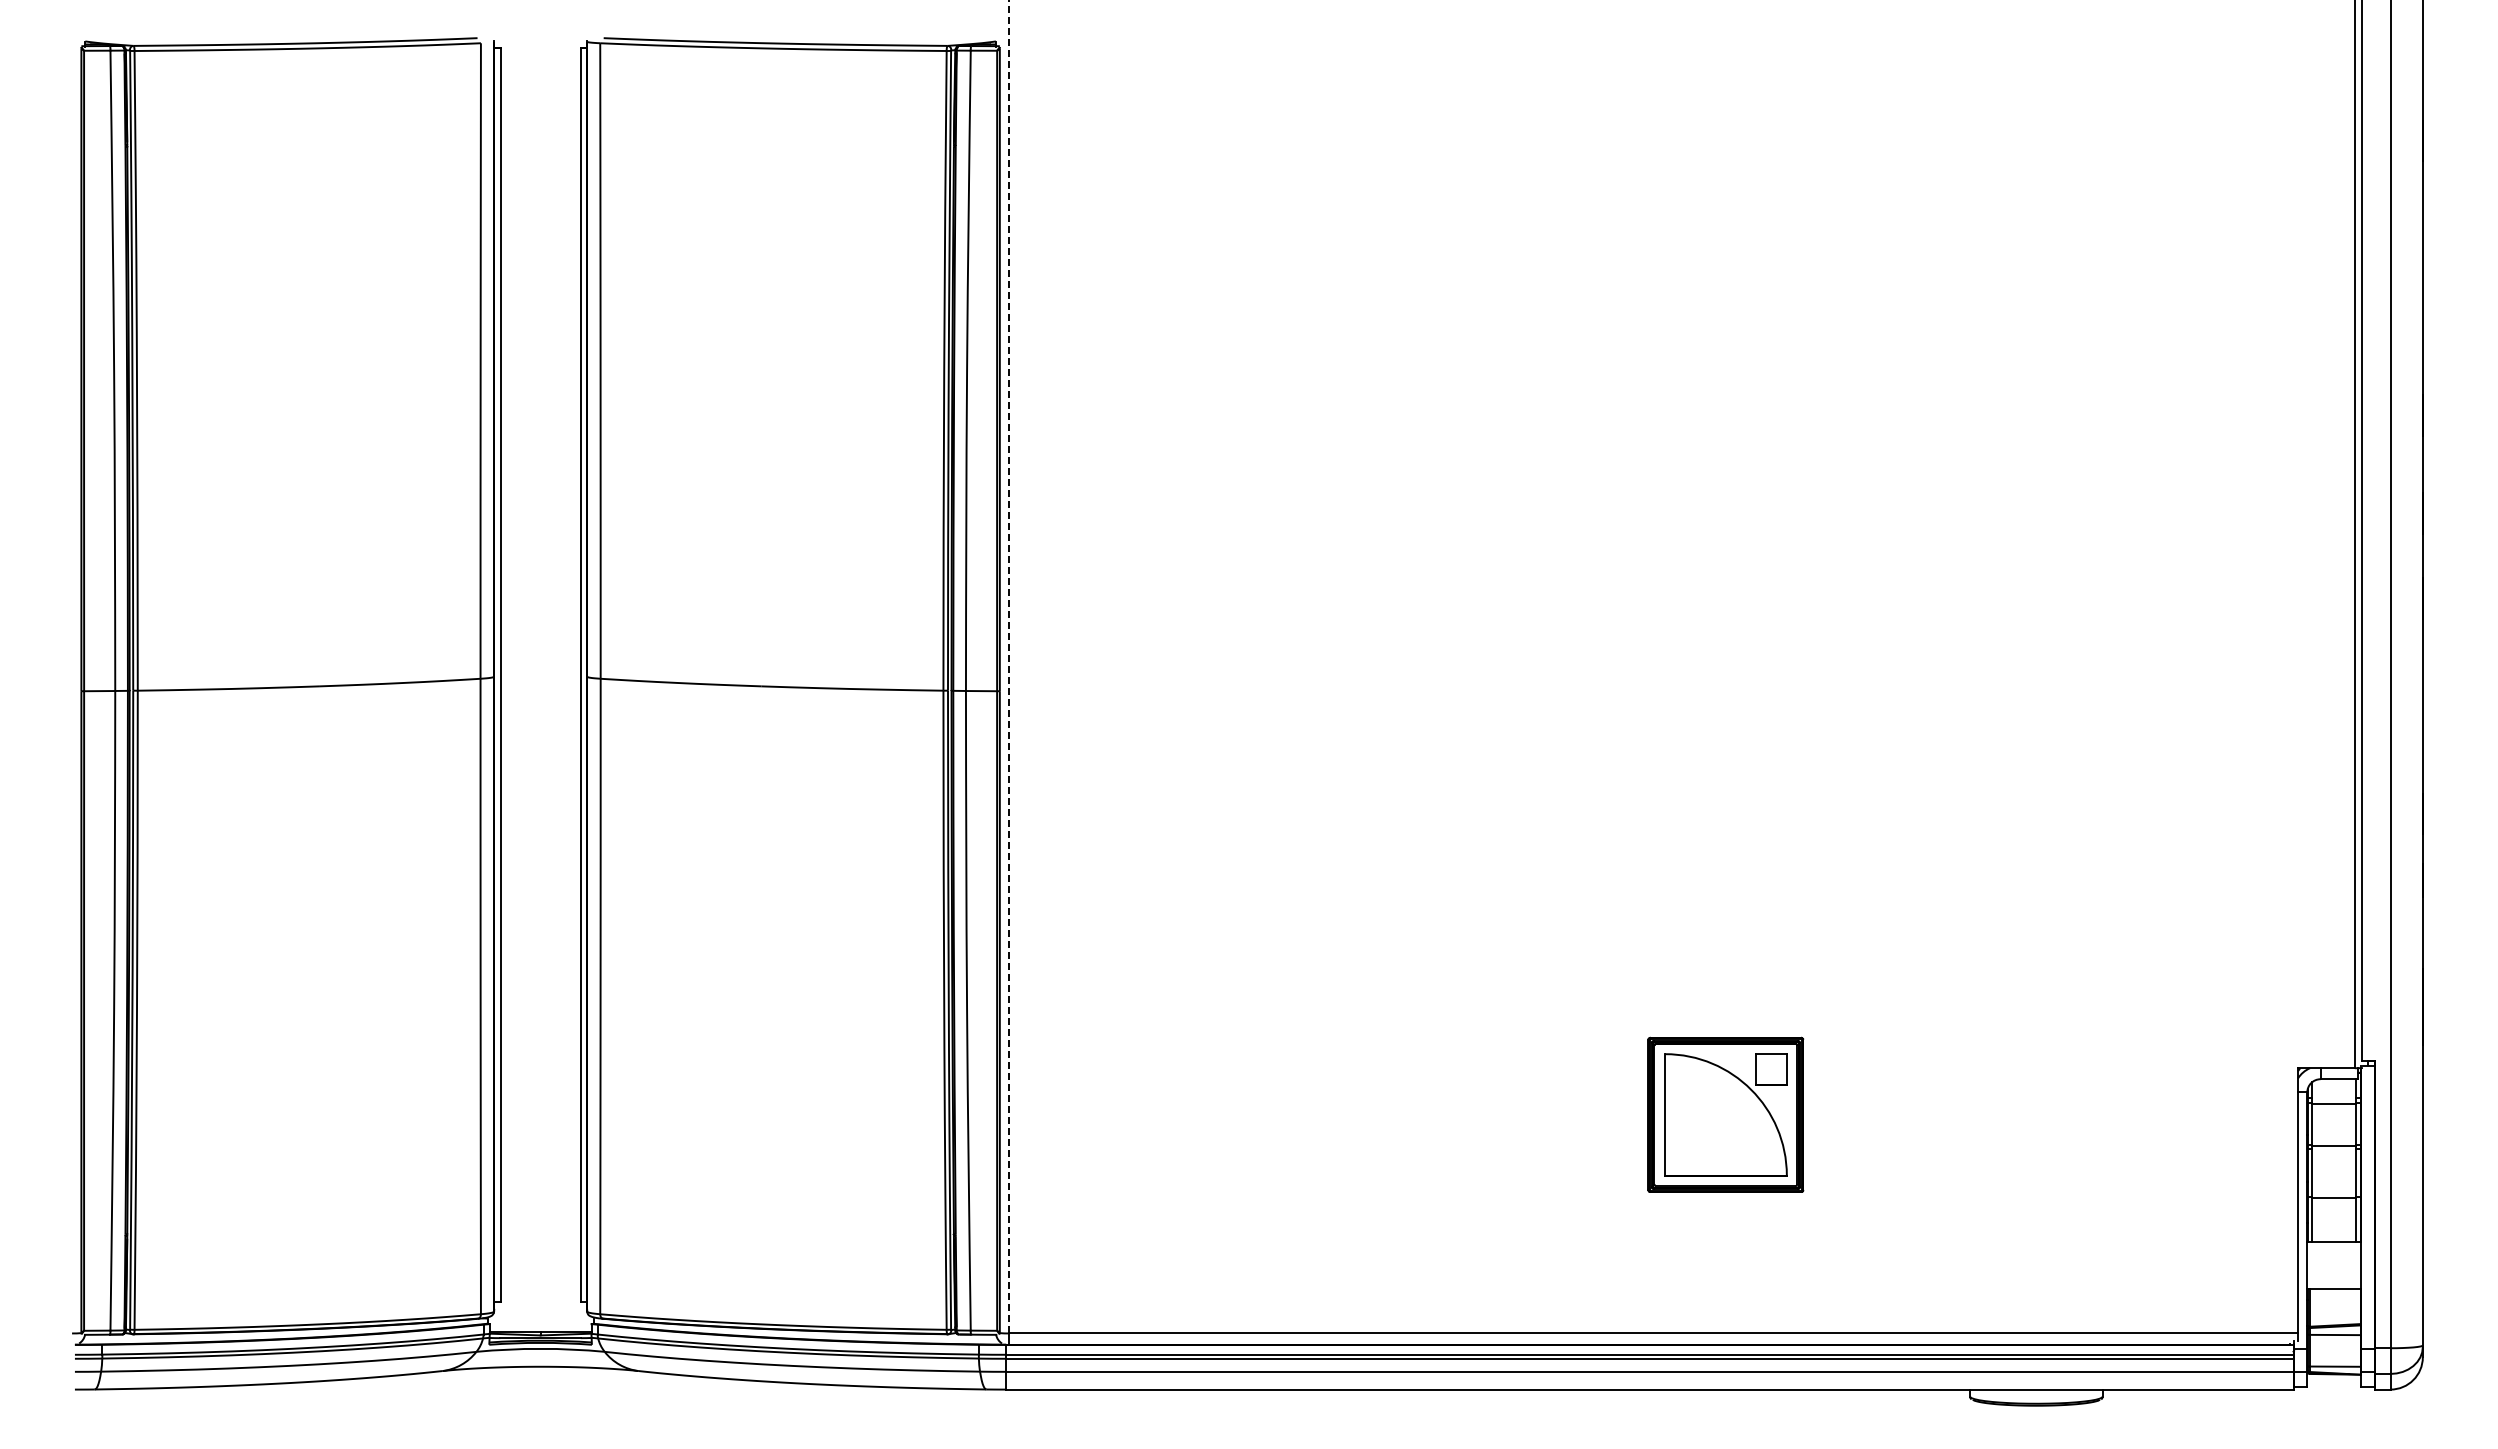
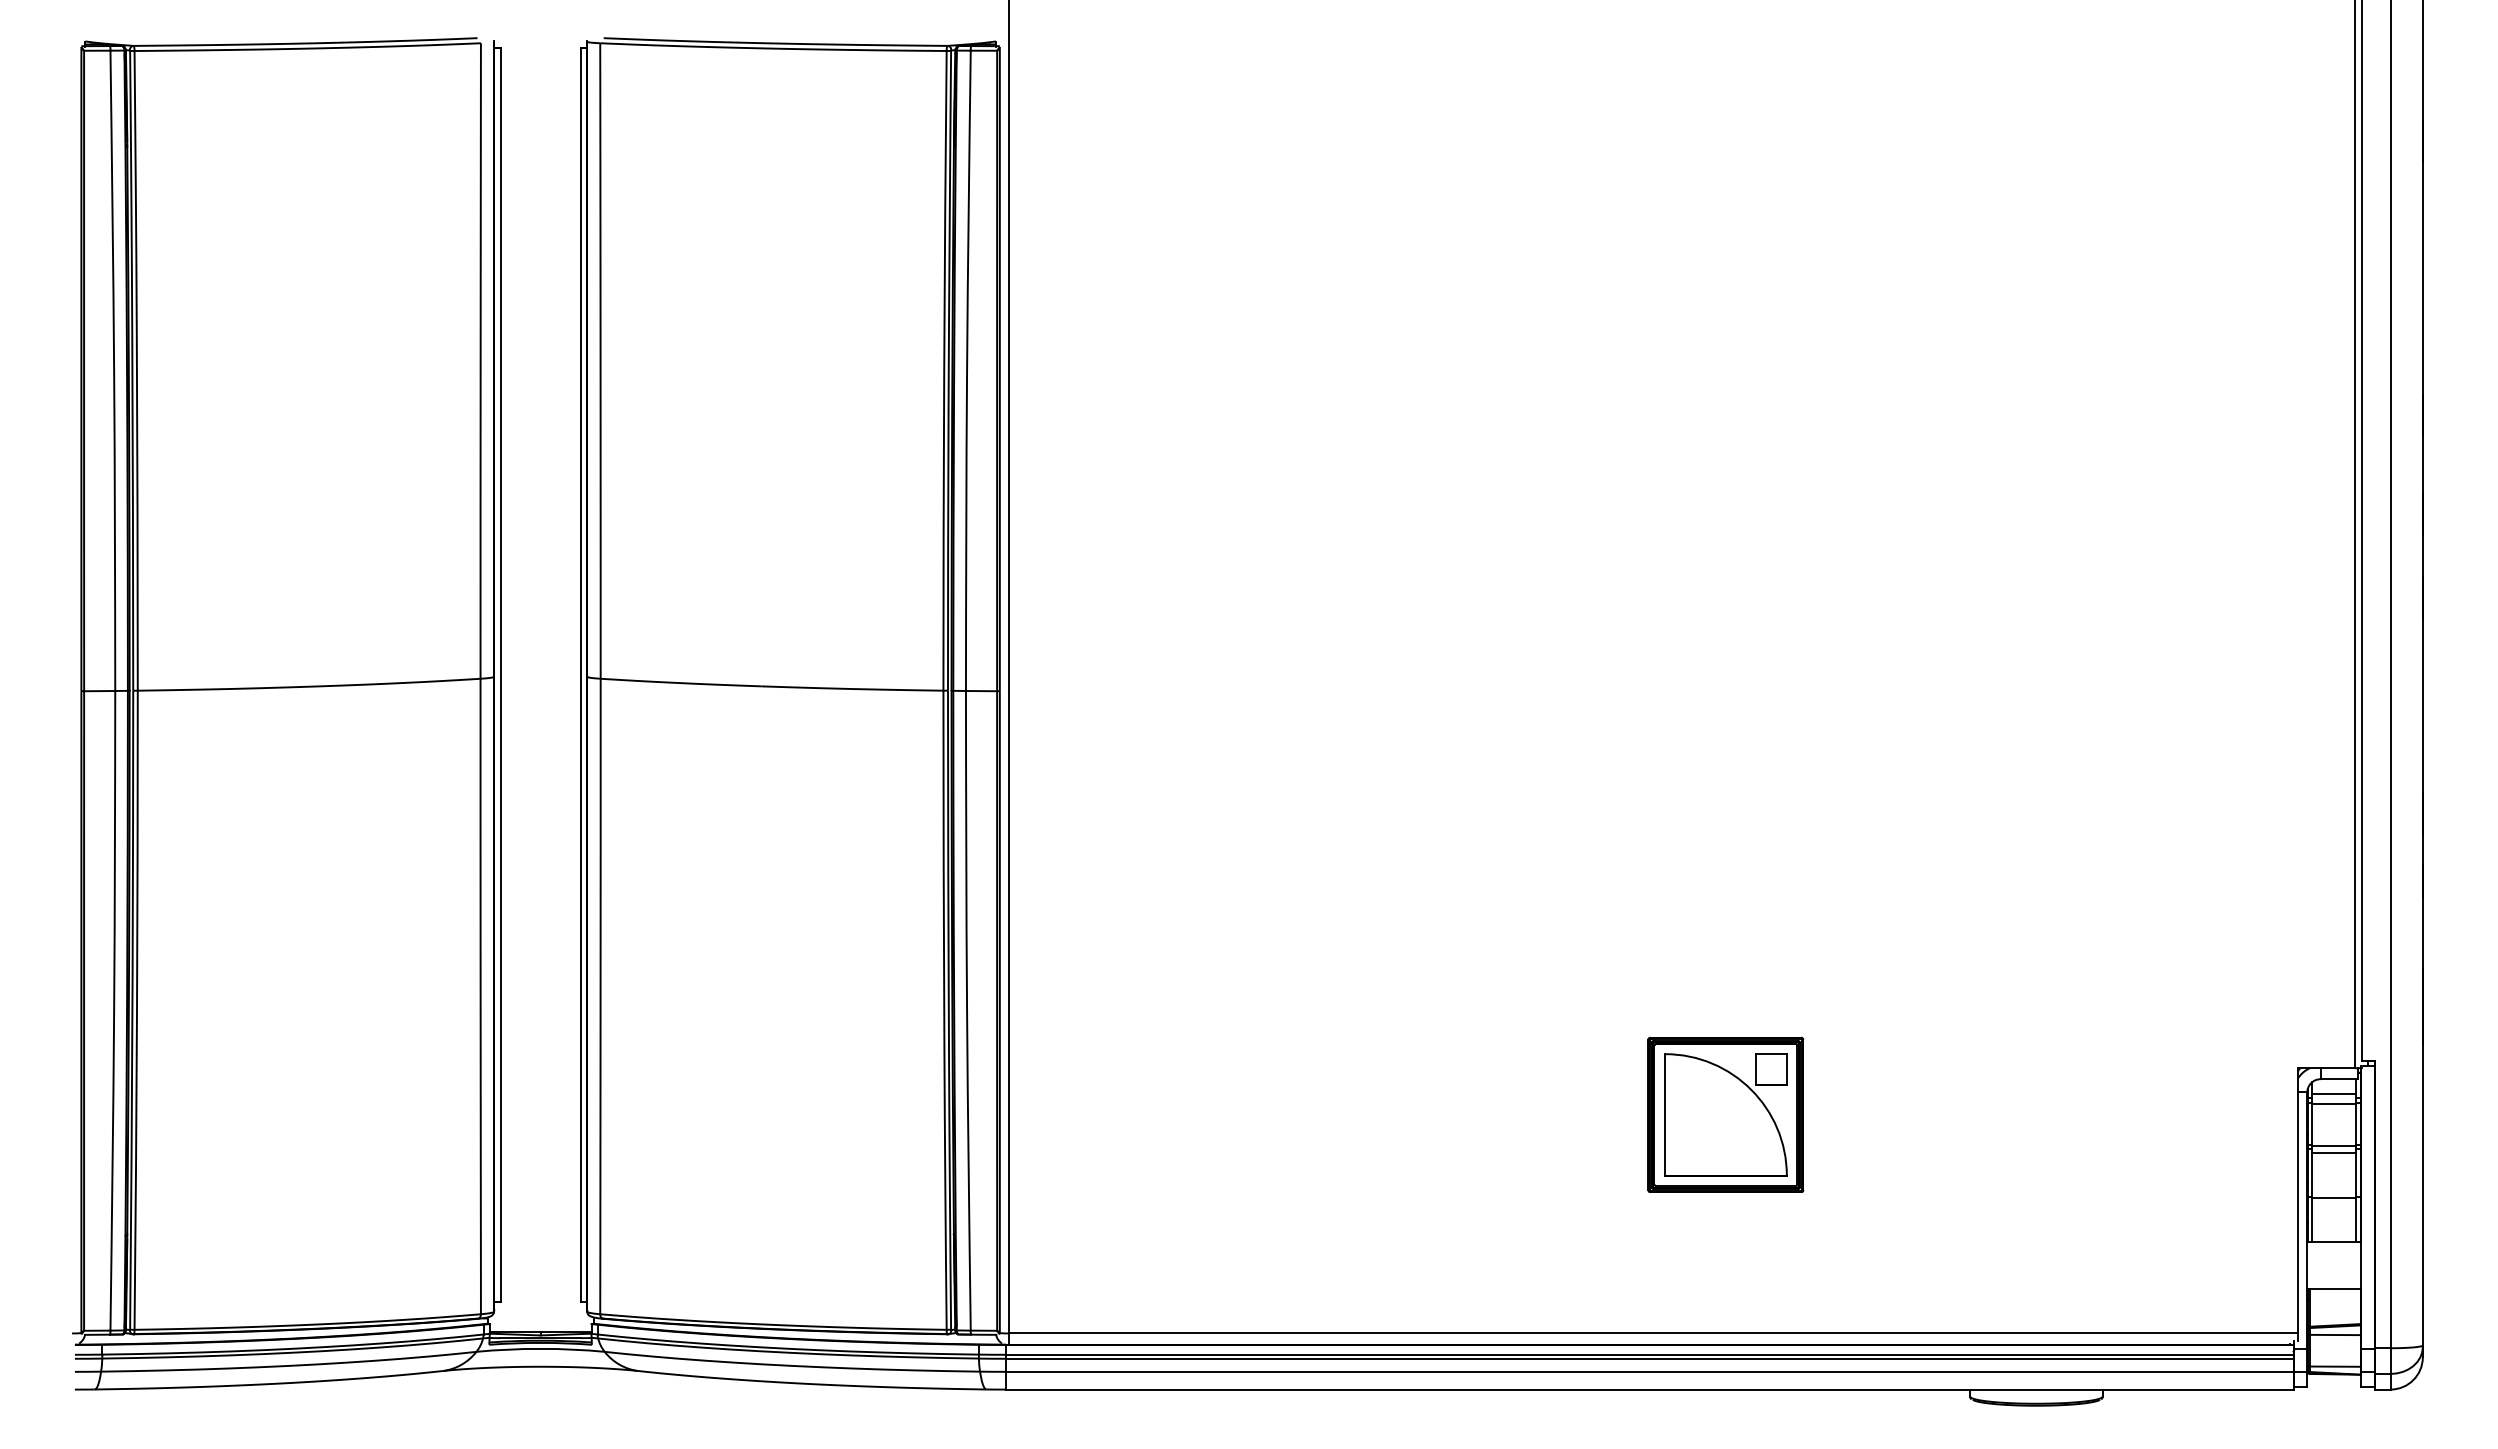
line at (1009, 666): dashed -> solid
line at (2334, 1093): none -> present
line at (2334, 1153): none -> present
